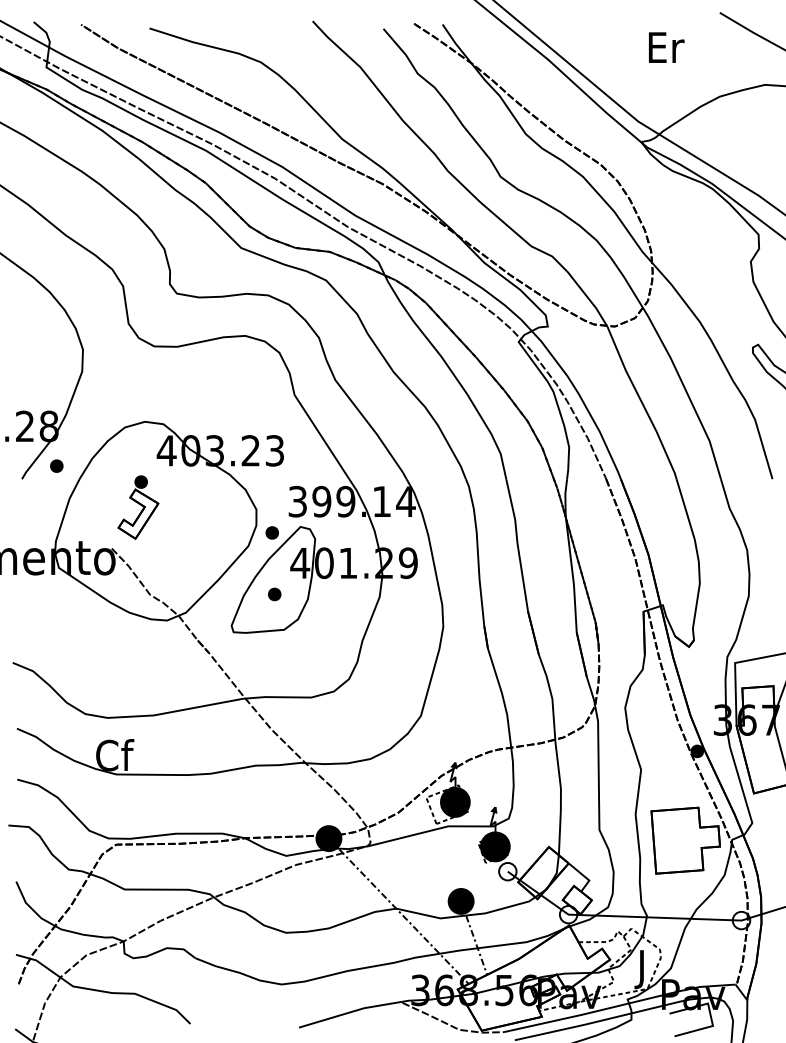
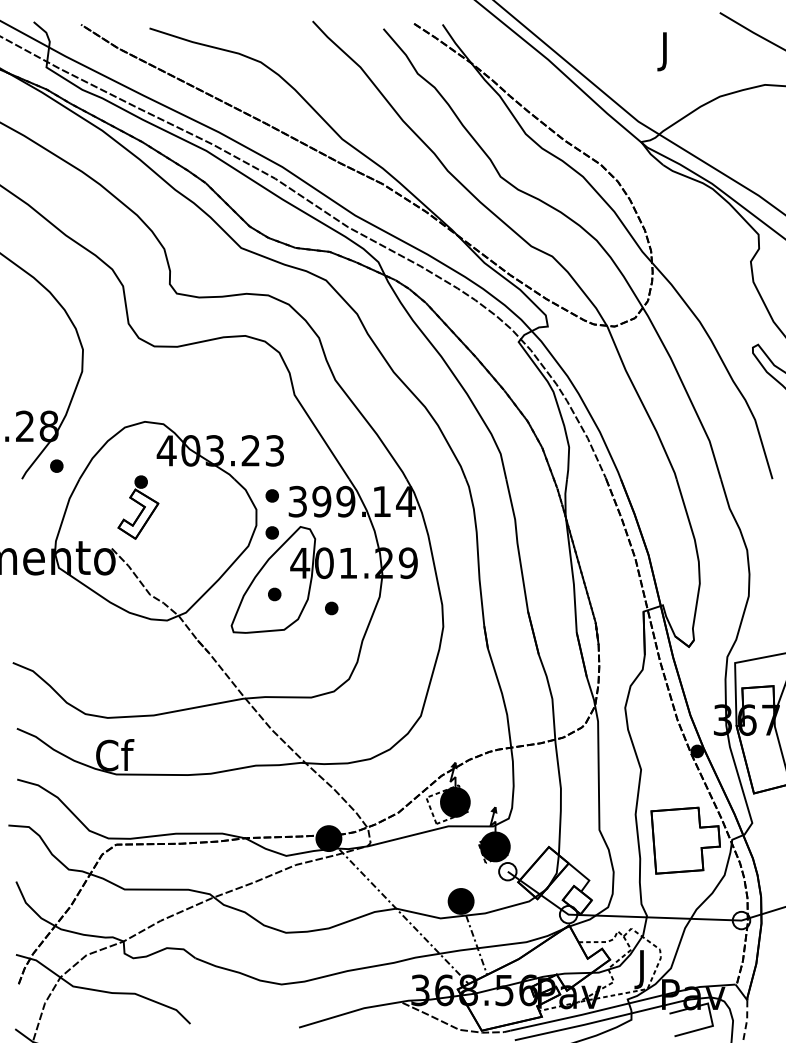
text at (666, 51): Er -> J
part at (271, 495): none -> present
part at (331, 608): none -> present
line at (746, 1021): solid -> dashed
